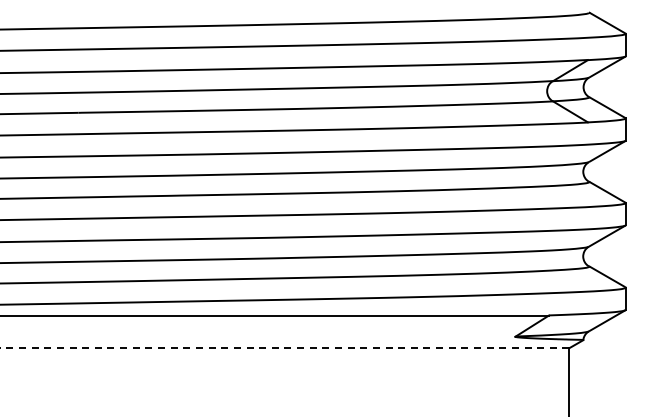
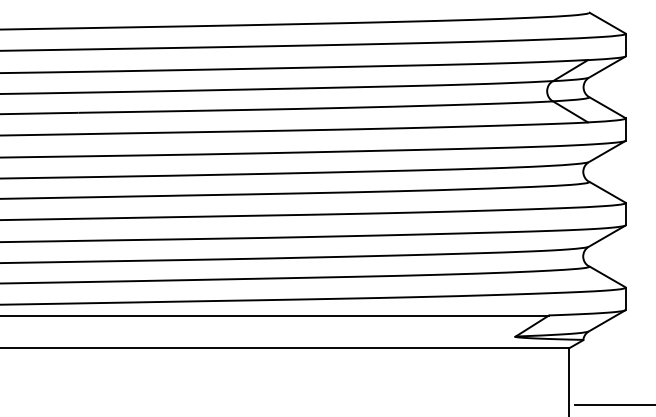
line at (284, 348): dashed -> solid
line at (613, 404): none -> present
